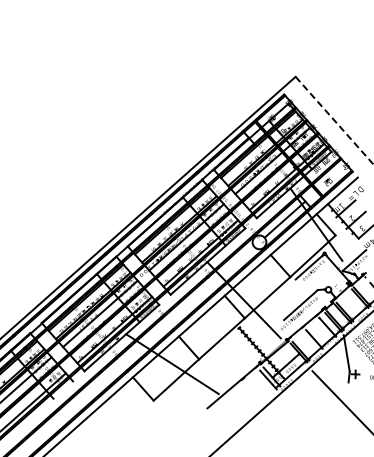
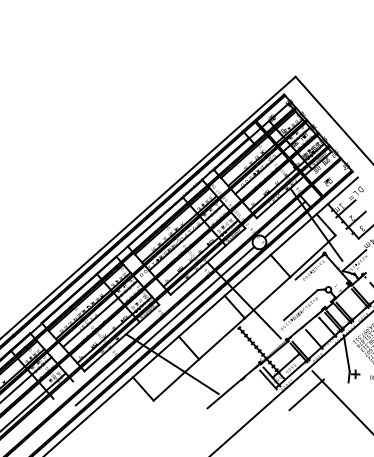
line at (334, 120): dashed -> solid
line at (164, 325): none -> present
line at (306, 394): none -> present
